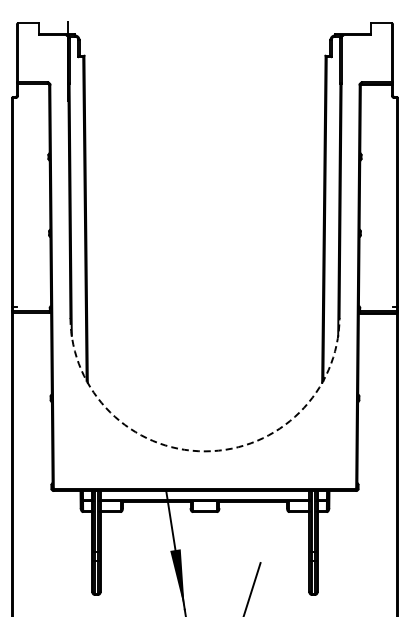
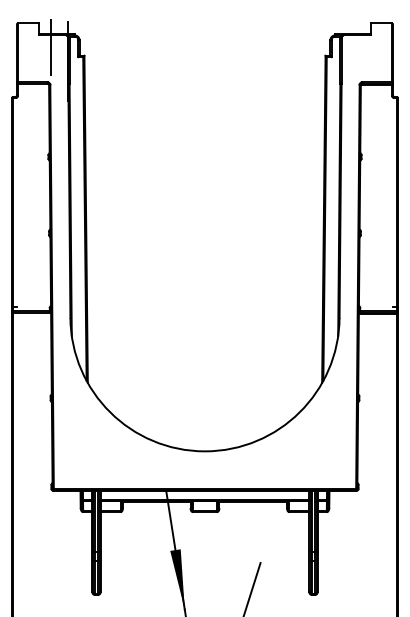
line at (50, 47): none -> present
arc at (204, 451): dashed -> solid
